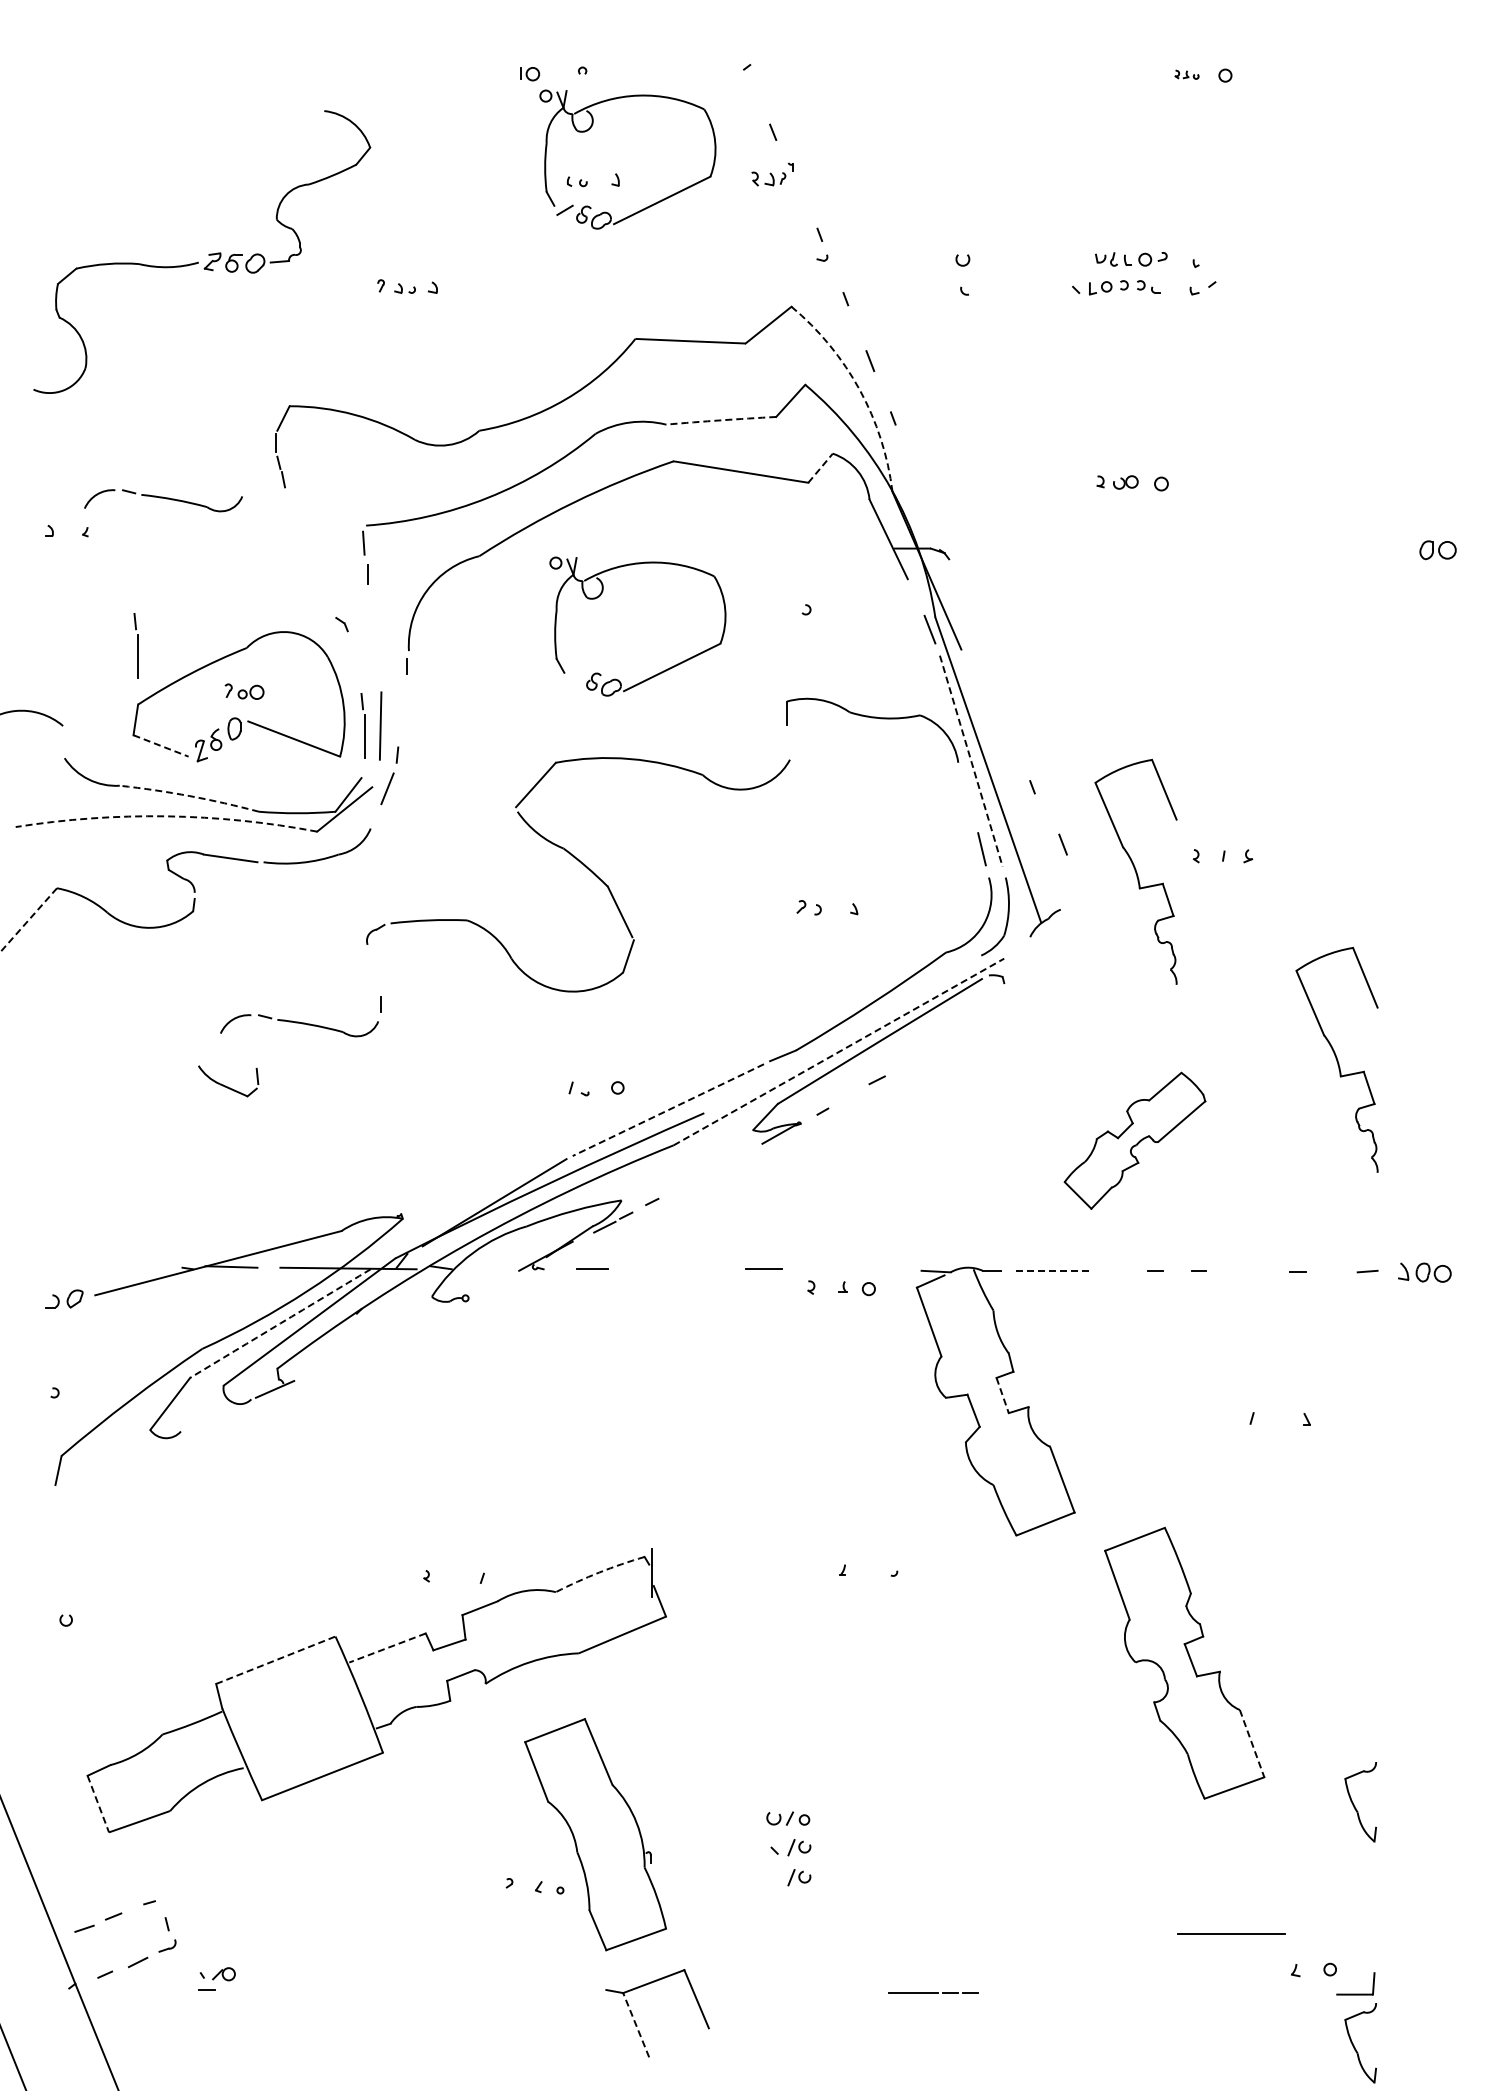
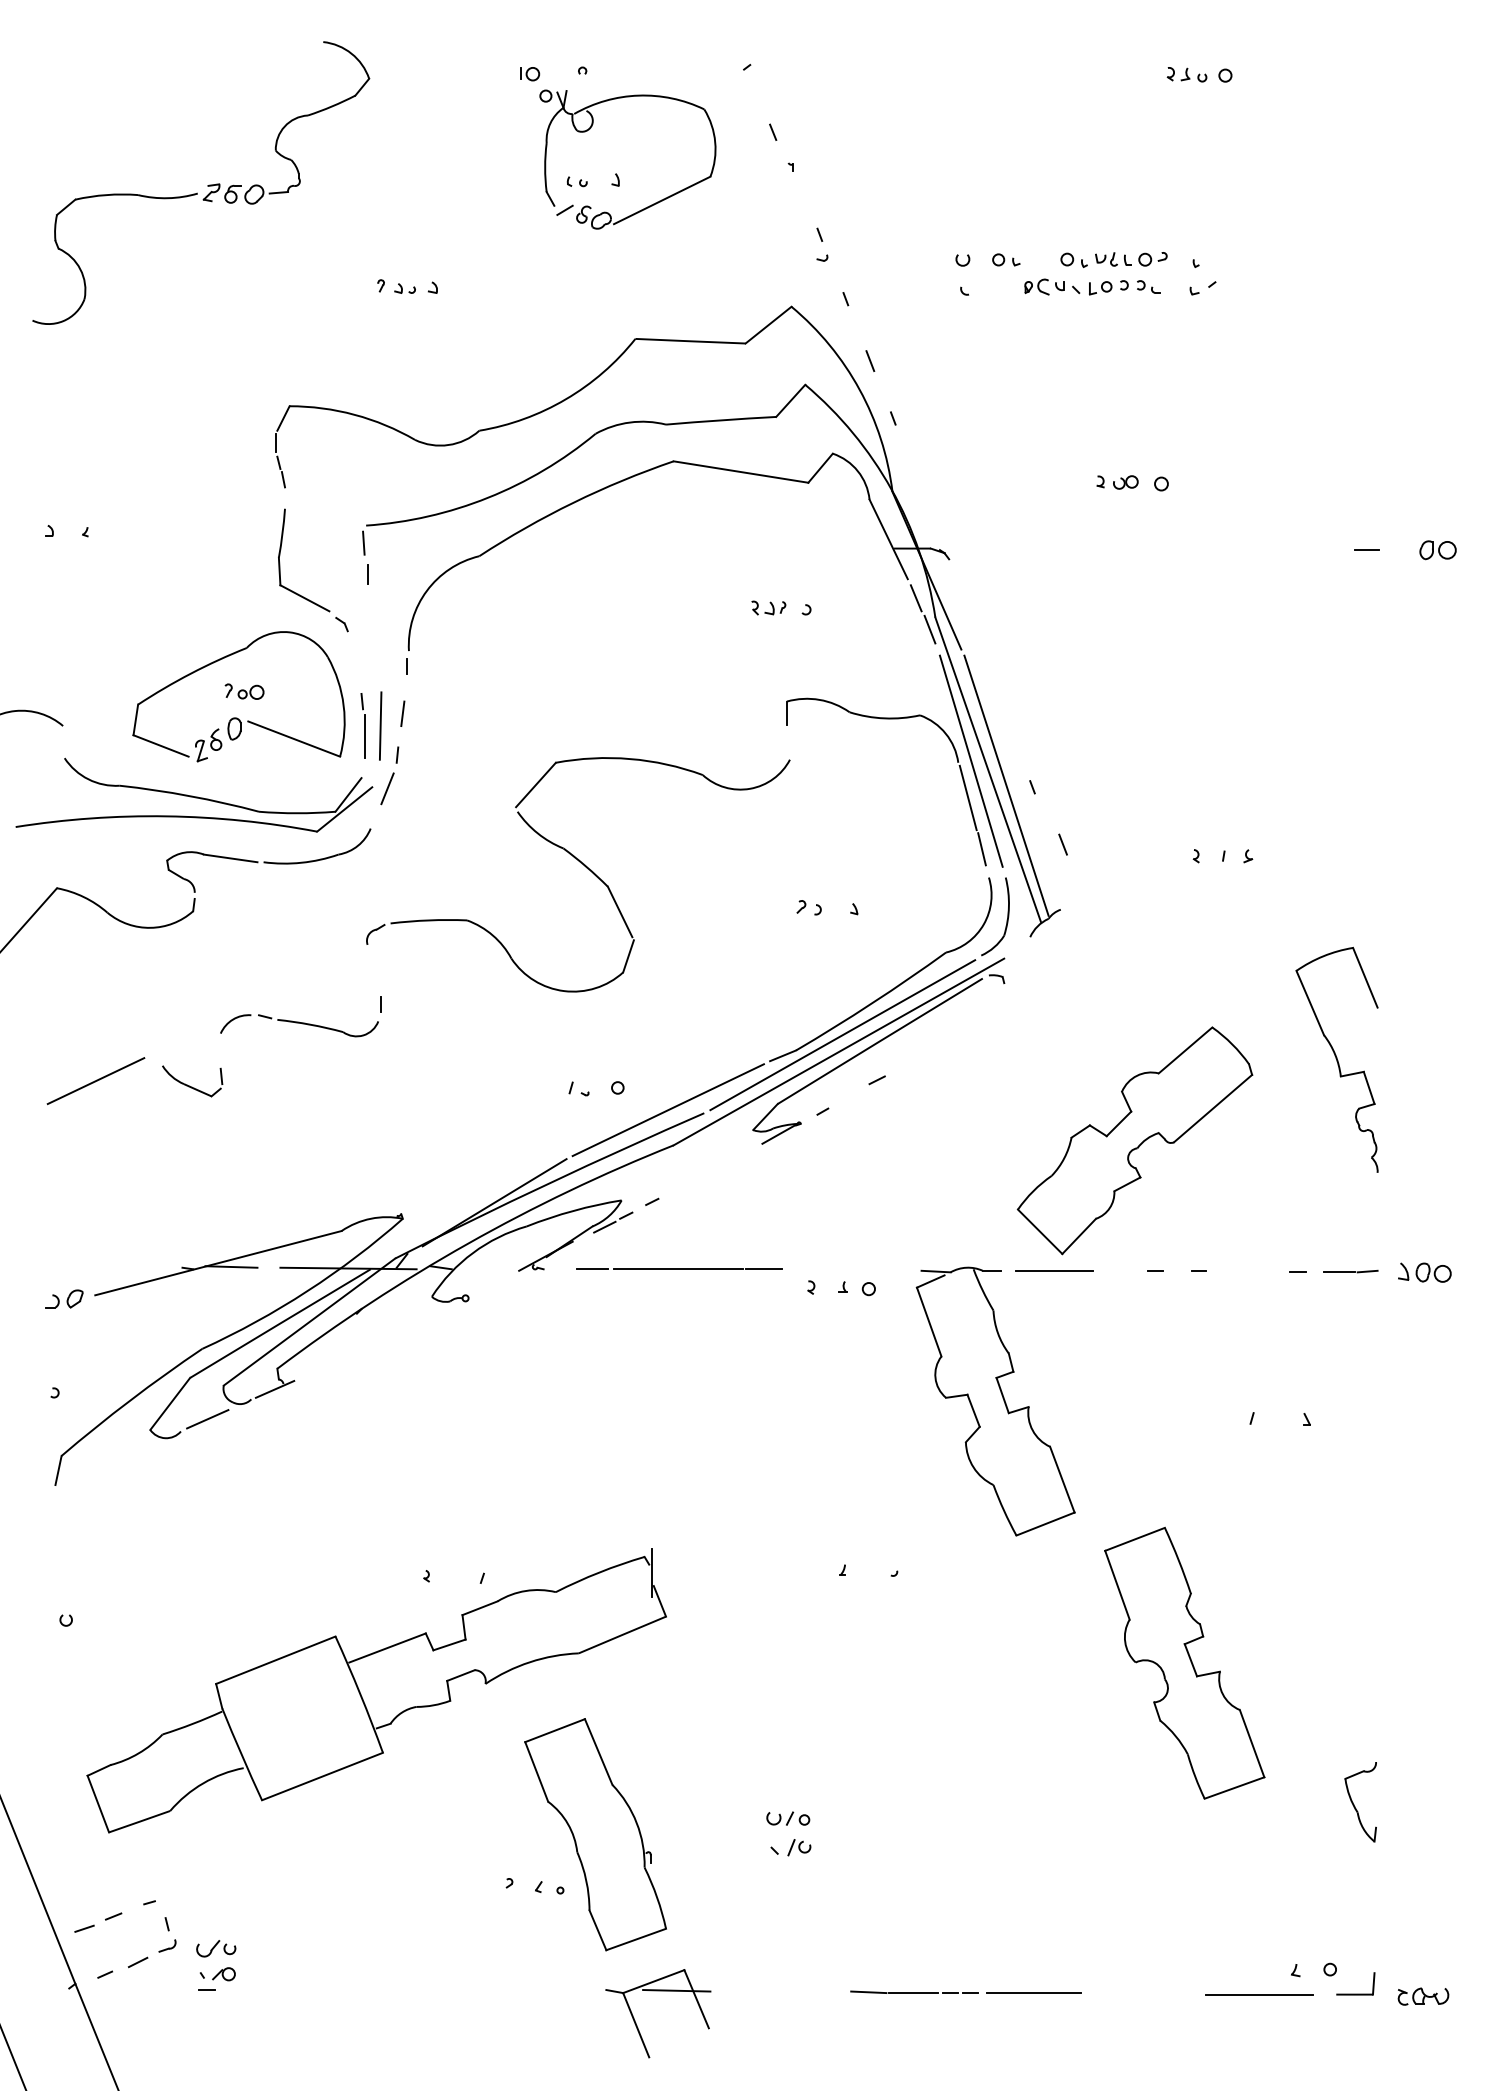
part at (1186, 74) size: 26x11 px -> 42x16 px
part at (768, 178) position: (768, 178) -> (768, 607)
part at (208, 254) position: (208, 254) -> (207, 185)
part at (1006, 259): none -> present
part at (1073, 259): none -> present
part at (1044, 286): none -> present
arc at (859, 389): dashed -> solid
arc at (721, 420): dashed -> solid
line at (820, 467): dashed -> solid
part at (163, 500): present -> none
line at (1366, 550): none -> present
part at (280, 562): none -> present
part at (600, 596): present -> none
line at (915, 598): none -> present
part at (135, 645): present -> none
line at (402, 713): none -> present
line at (161, 745): dashed -> solid
line at (971, 761): dashed -> solid
line at (1006, 785): none -> present
arc at (189, 796): dashed -> solid
line at (967, 797): none -> present
arc at (166, 816): dashed -> solid
part at (1135, 871): present -> none
line at (28, 920): dashed -> solid
line at (842, 1035): none -> present
line at (838, 1052): dashed -> solid
line at (95, 1081): none -> present
part at (228, 1081) position: (228, 1081) -> (192, 1081)
line at (667, 1110): dashed -> solid
part at (1134, 1140) size: 144x139 px -> 238x230 px
line at (678, 1269): none -> present
line at (1055, 1270): dashed -> solid
line at (1339, 1272): none -> present
arc at (280, 1323): dashed -> solid
line at (1002, 1395): dashed -> solid
line at (207, 1419): none -> present
arc at (599, 1572): dashed -> solid
line at (387, 1648): dashed -> solid
line at (276, 1660): dashed -> solid
line at (1252, 1743): dashed -> solid
line at (98, 1804): dashed -> solid
part at (799, 1877): present -> none
line at (1231, 1933) position: (1231, 1933) -> (1259, 1994)
part at (216, 1948): none -> present
line at (676, 1990): none -> present
line at (868, 1992): none -> present
line at (1033, 1993): none -> present
part at (1423, 1996): none -> present
line at (636, 2025): dashed -> solid
part at (1354, 2045): present -> none
